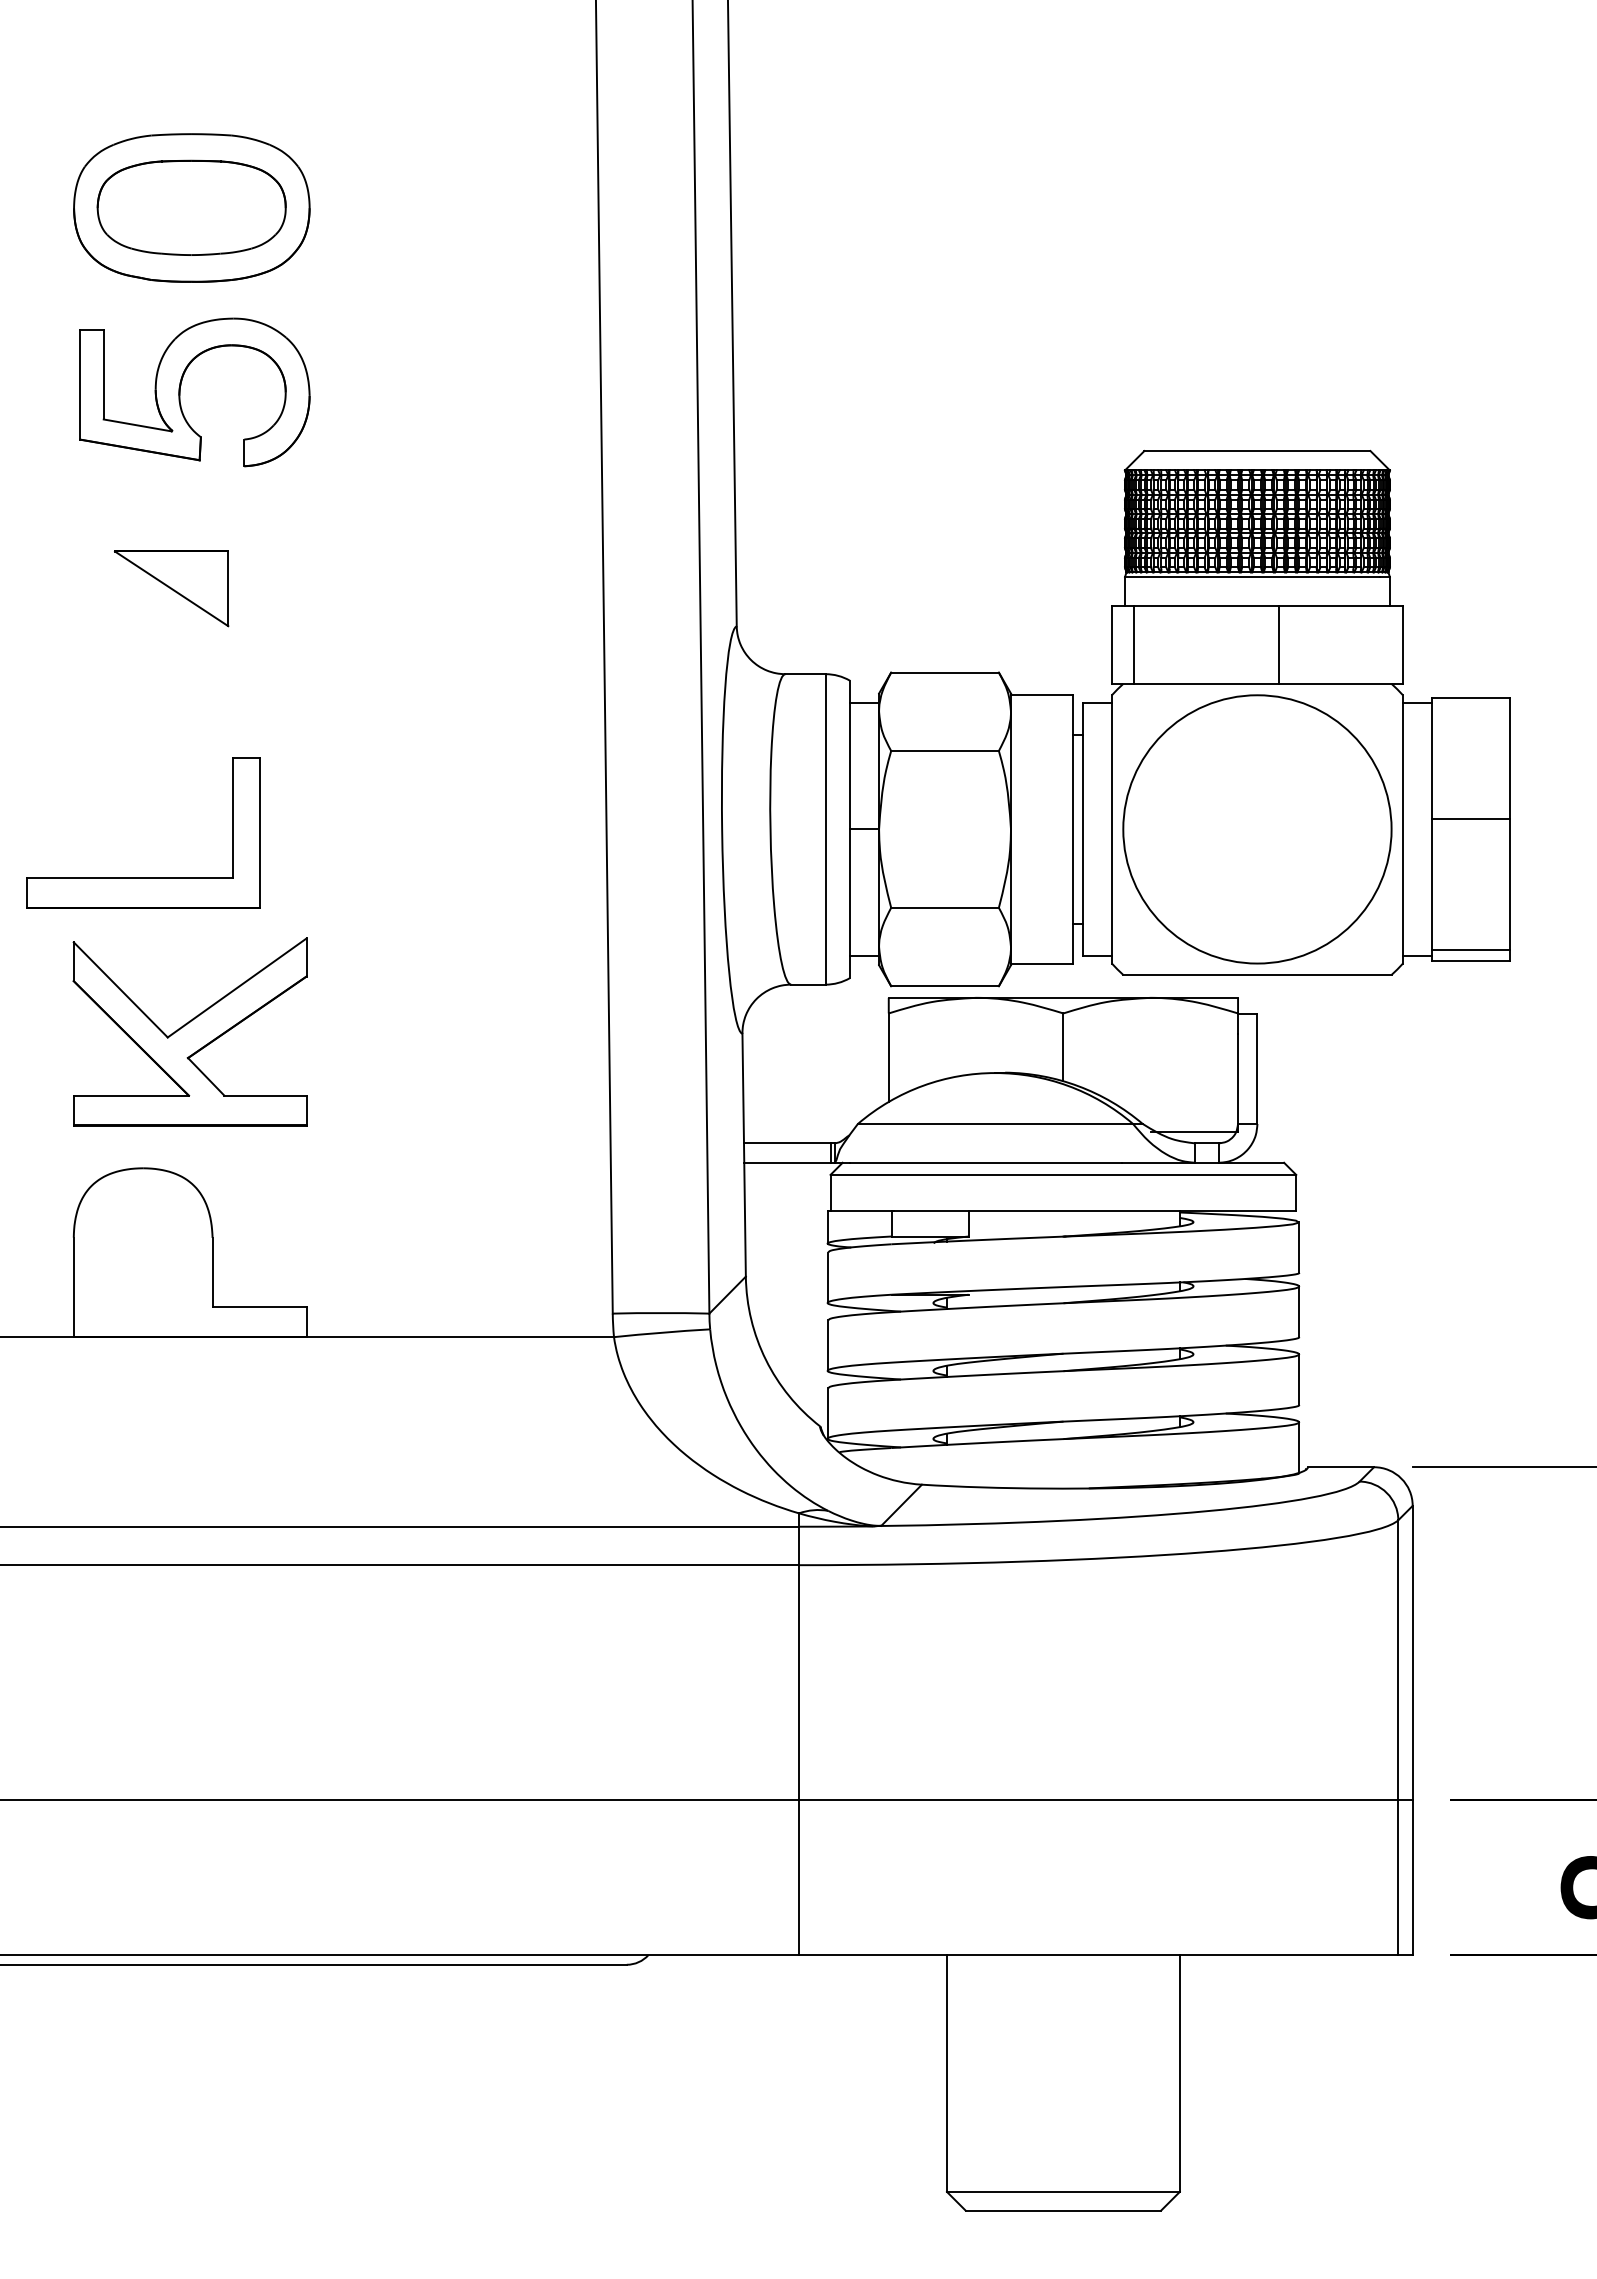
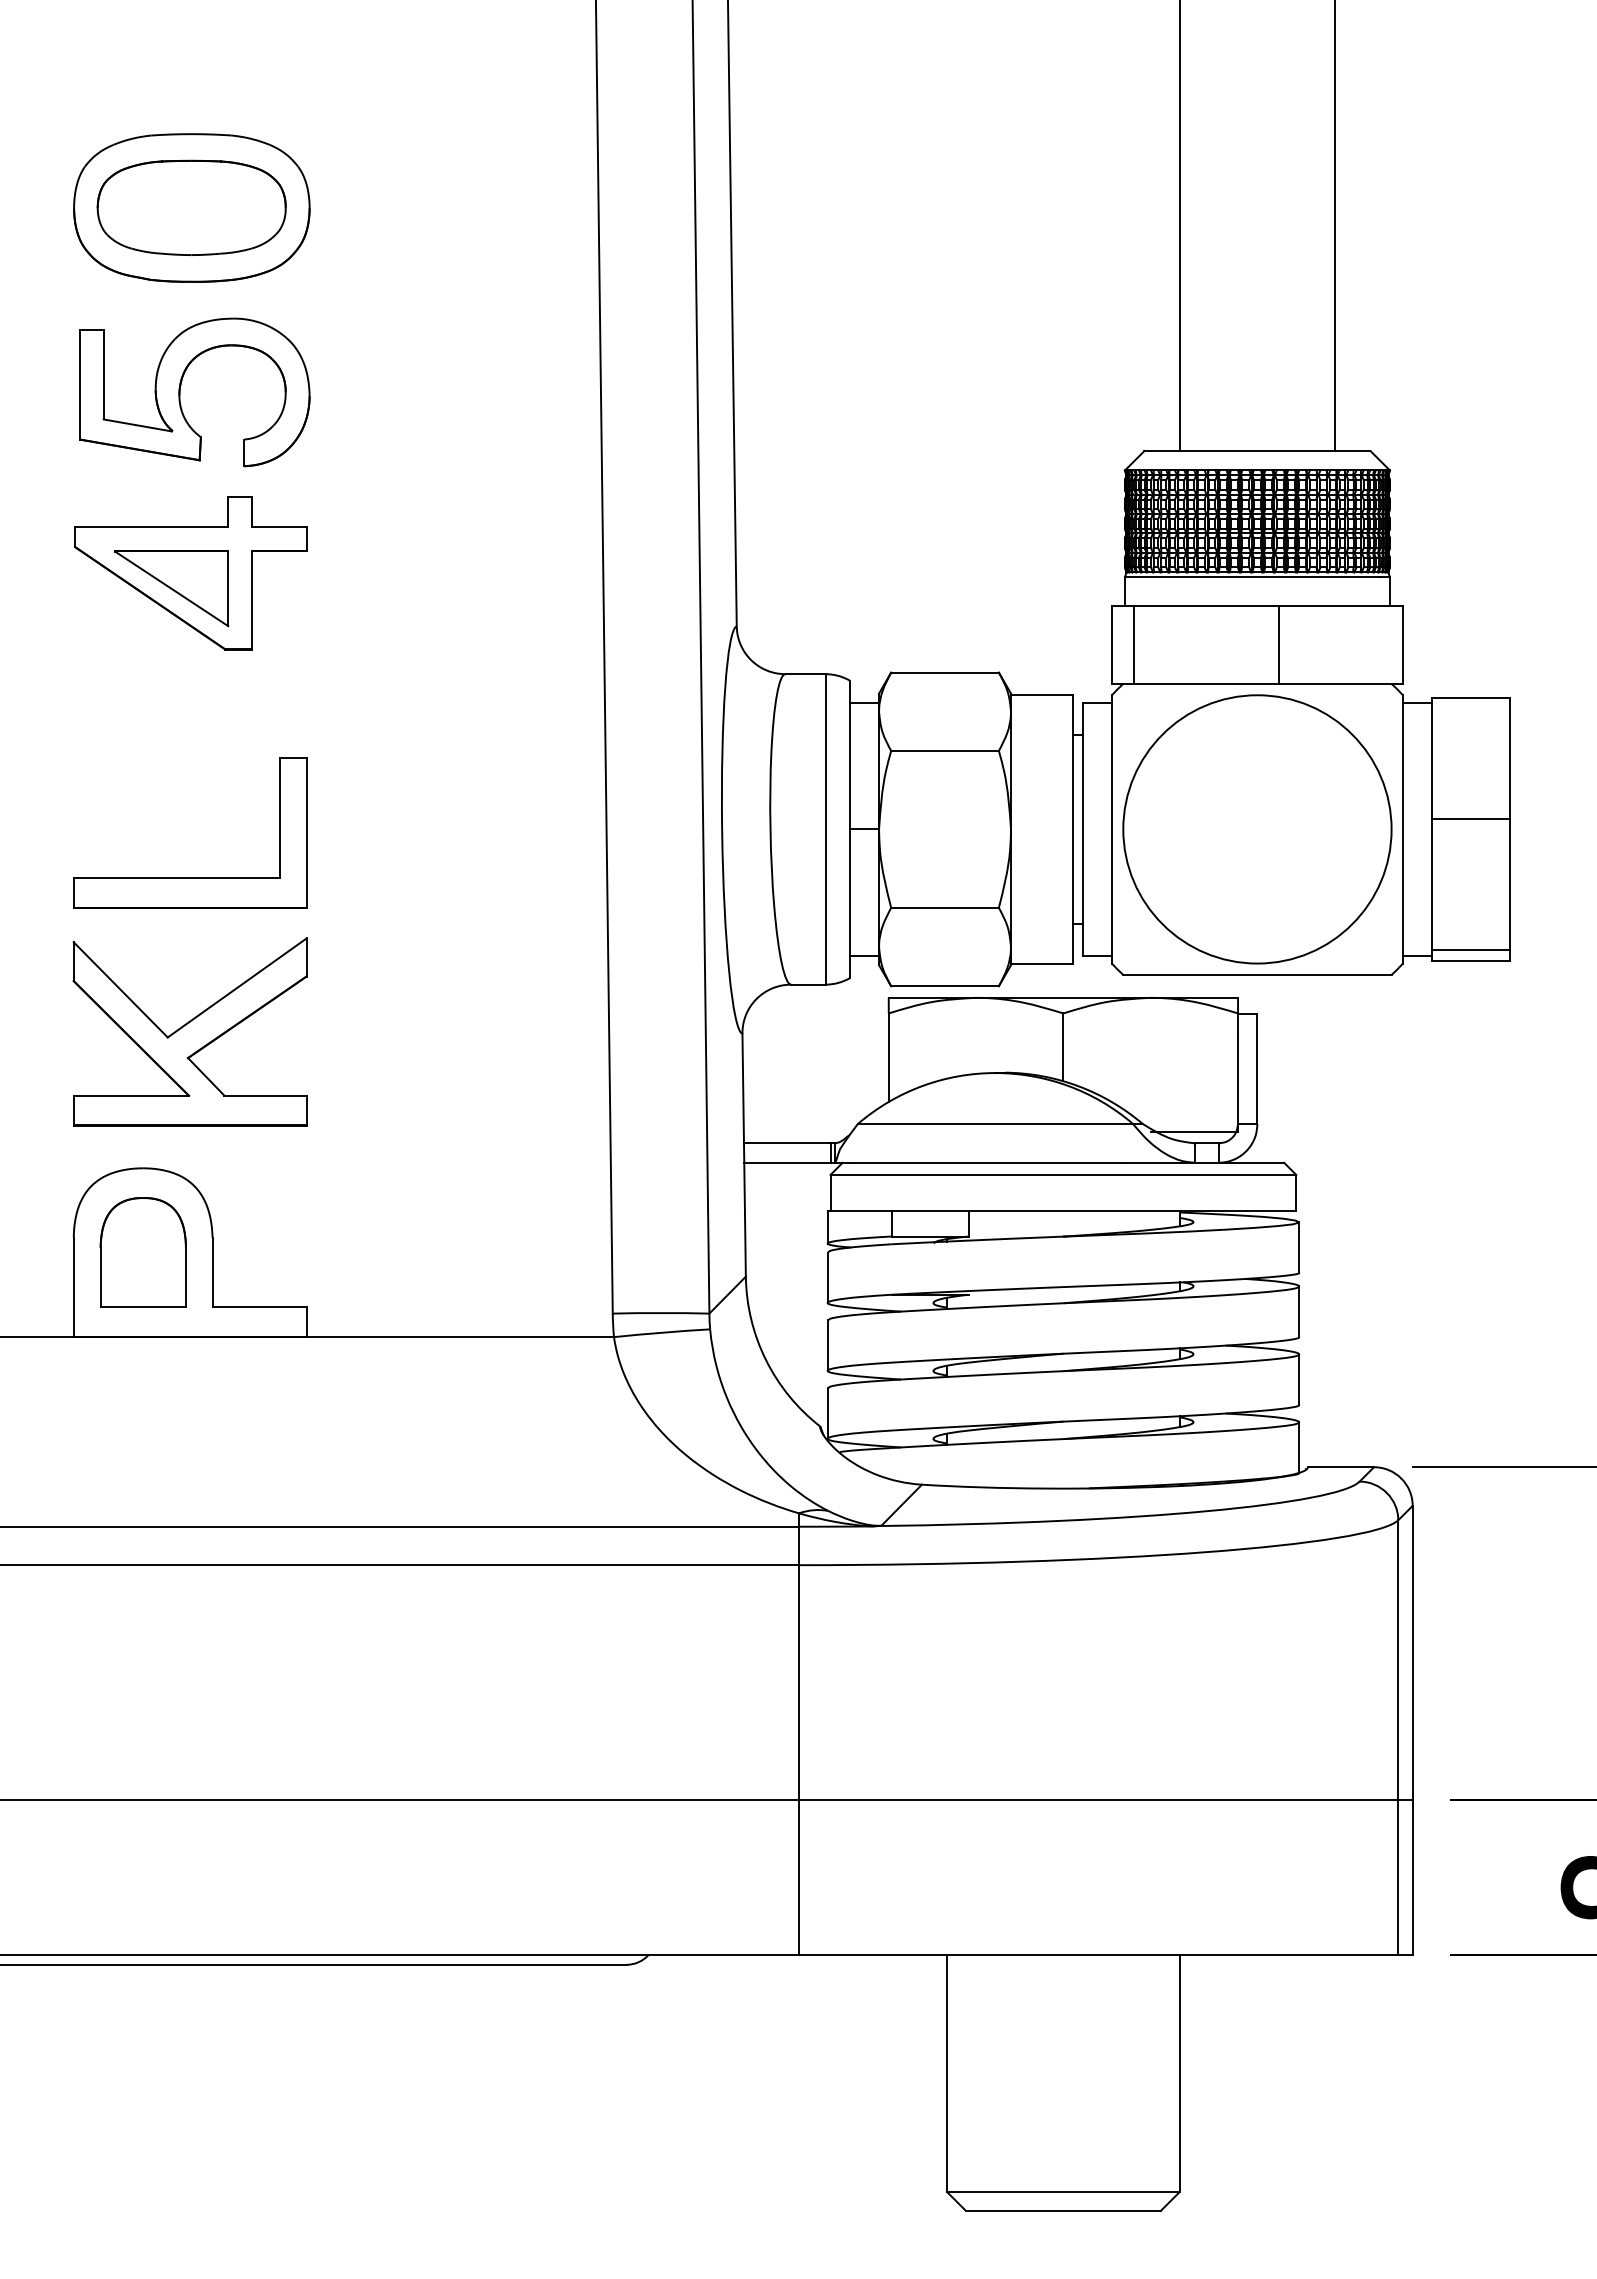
line at (1179, 226): none -> present
line at (1335, 226): none -> present
part at (190, 573): none -> present
part at (143, 877) position: (143, 877) -> (190, 877)
part at (142, 1252): none -> present
